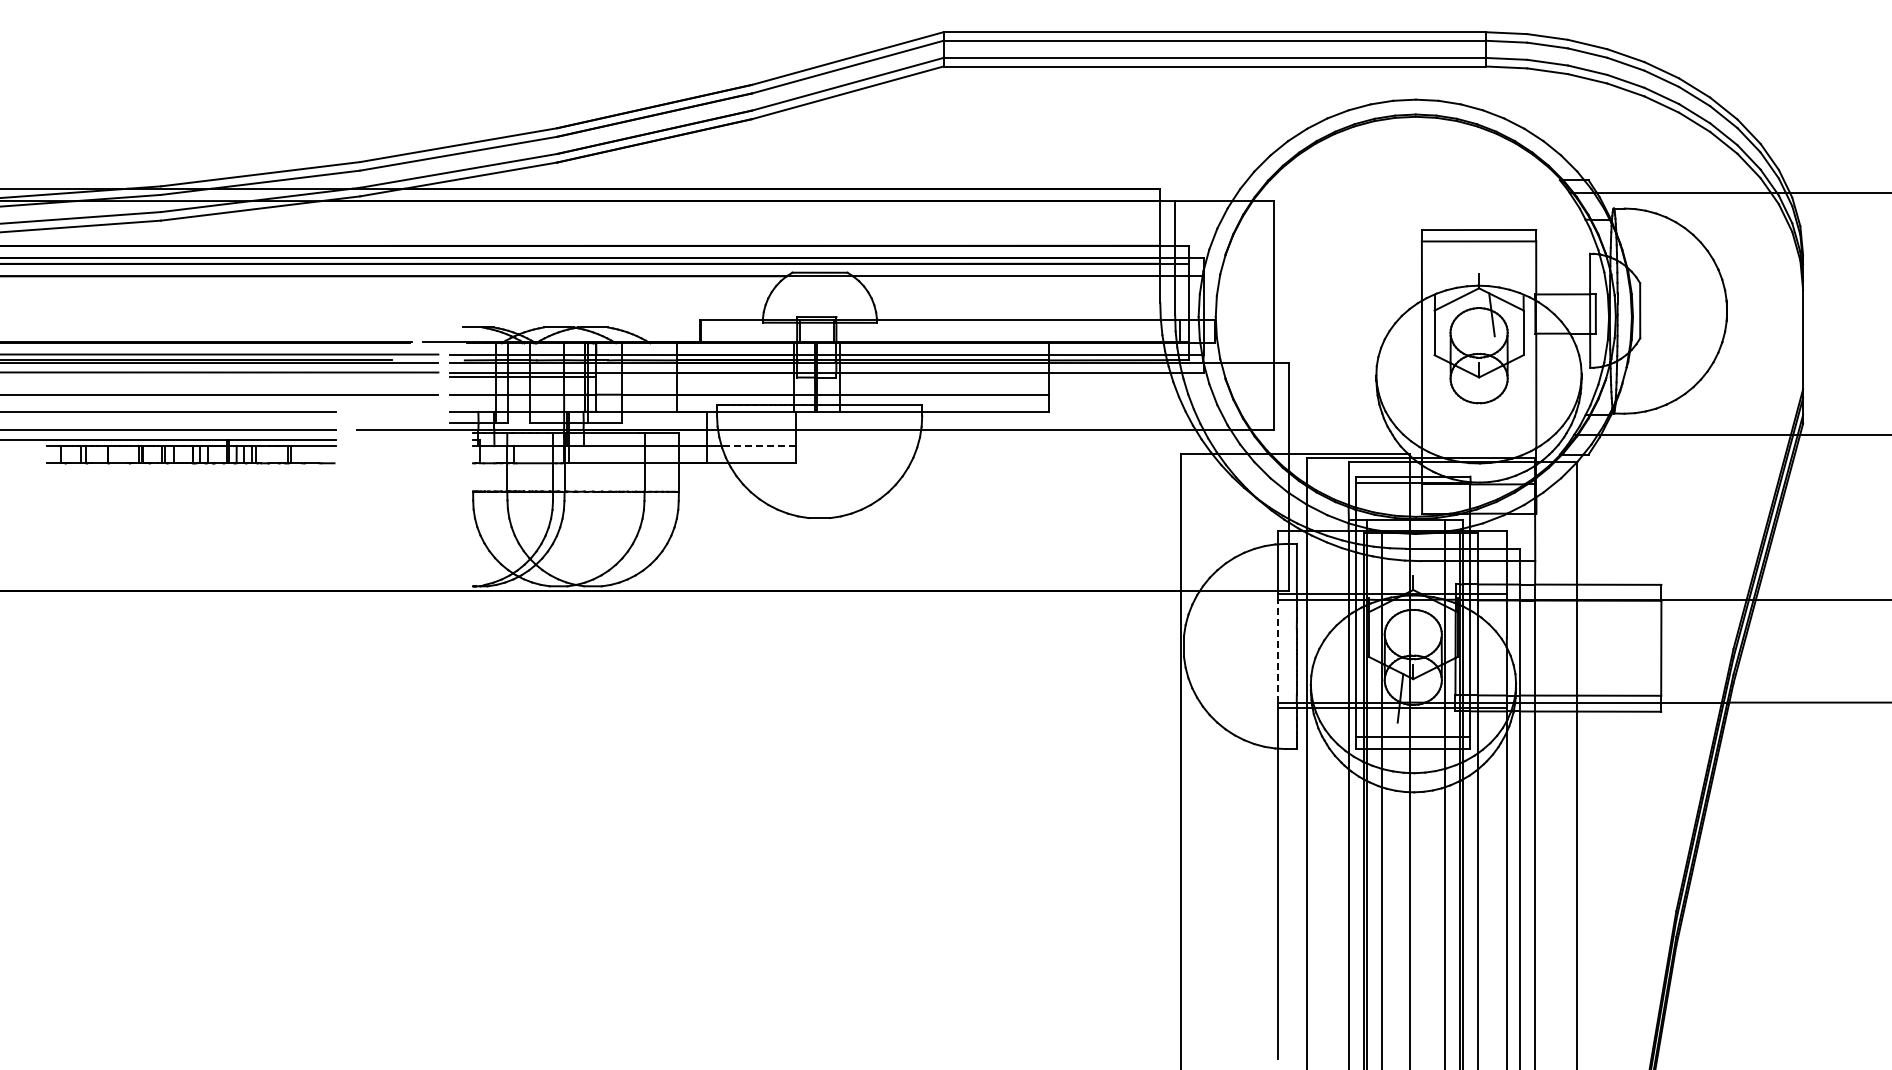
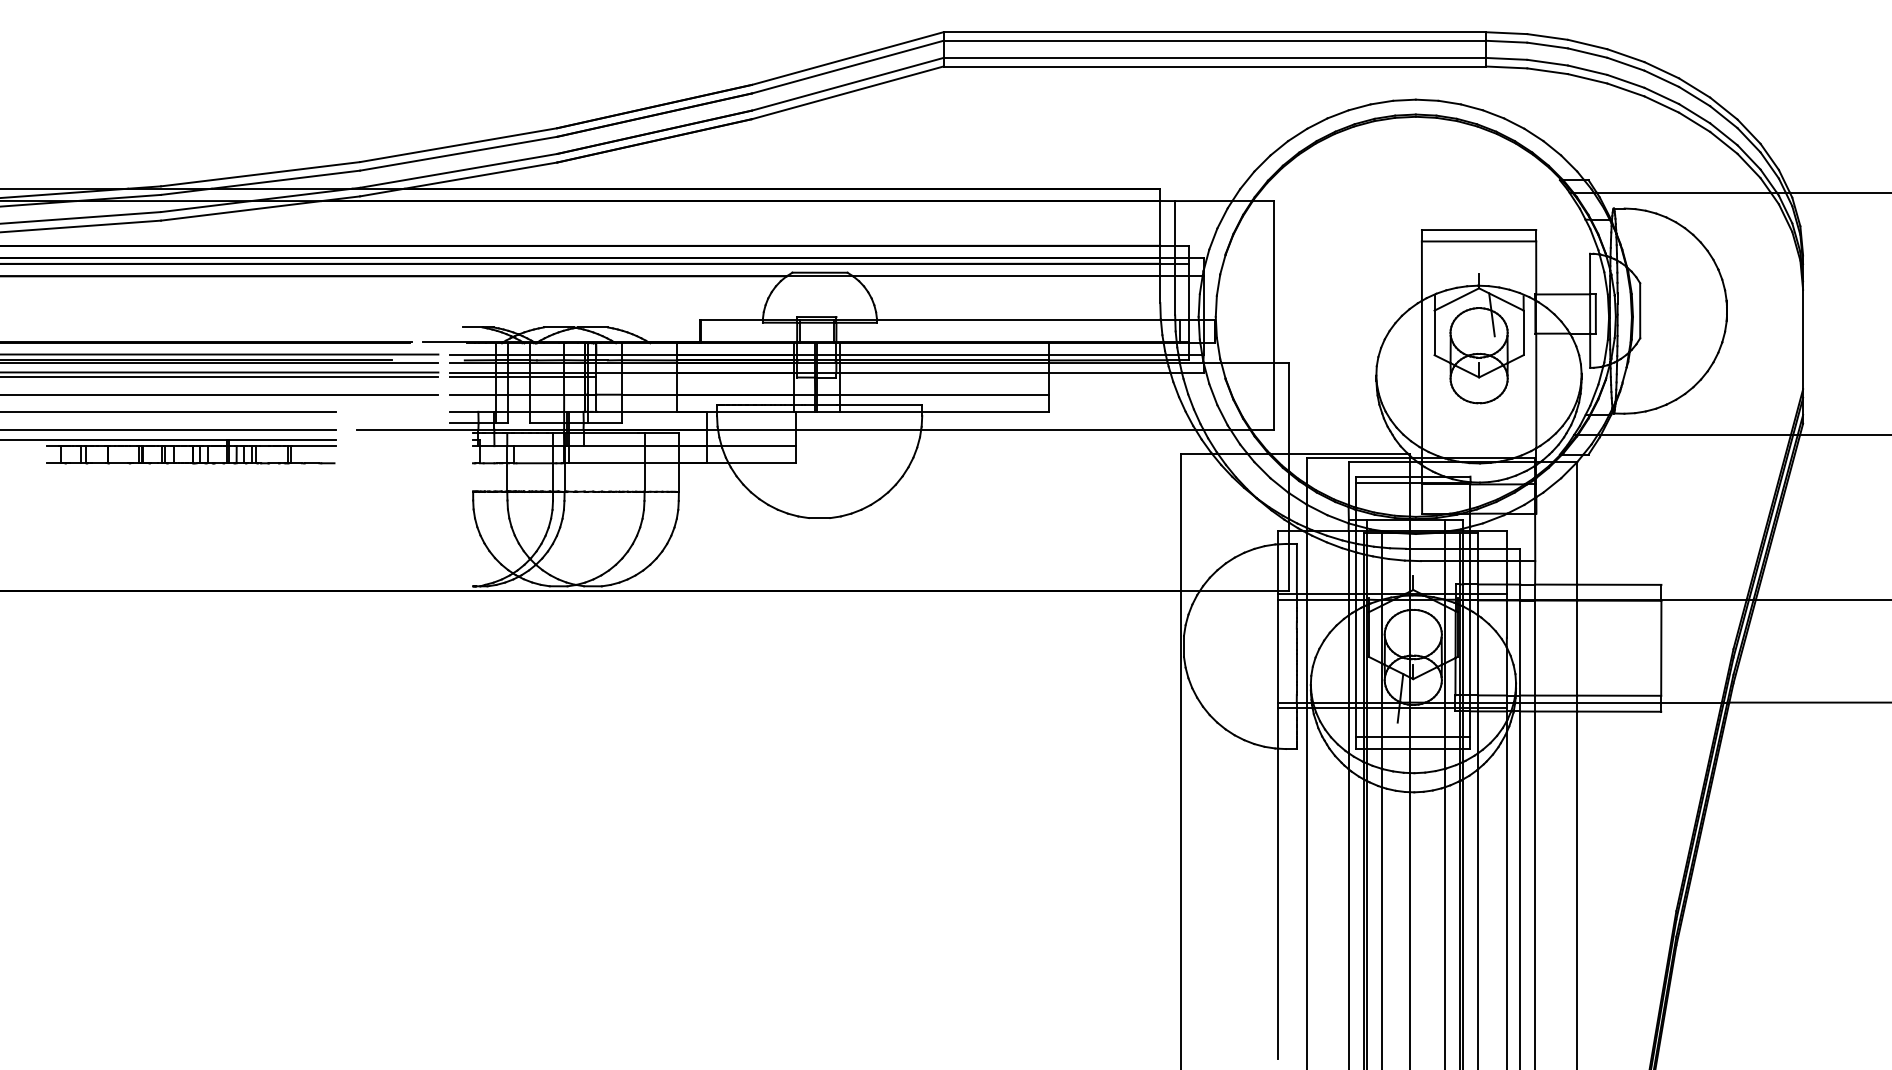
line at (220, 377): none -> present
line at (758, 446): dashed -> solid
line at (1278, 650): dashed -> solid
